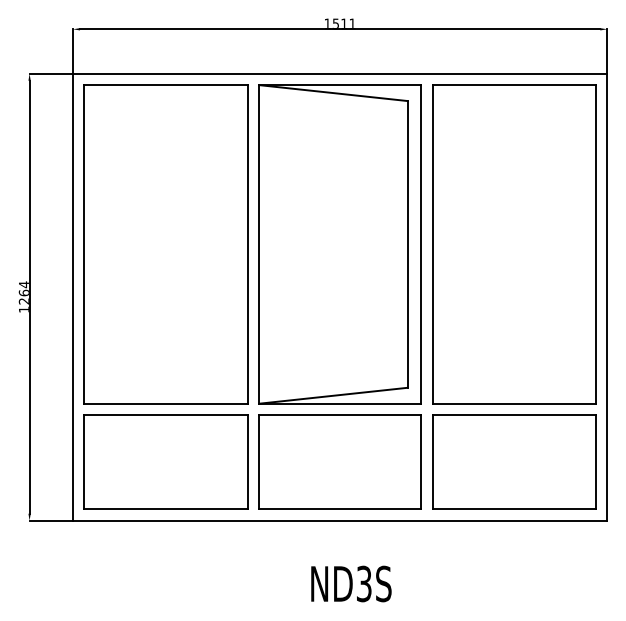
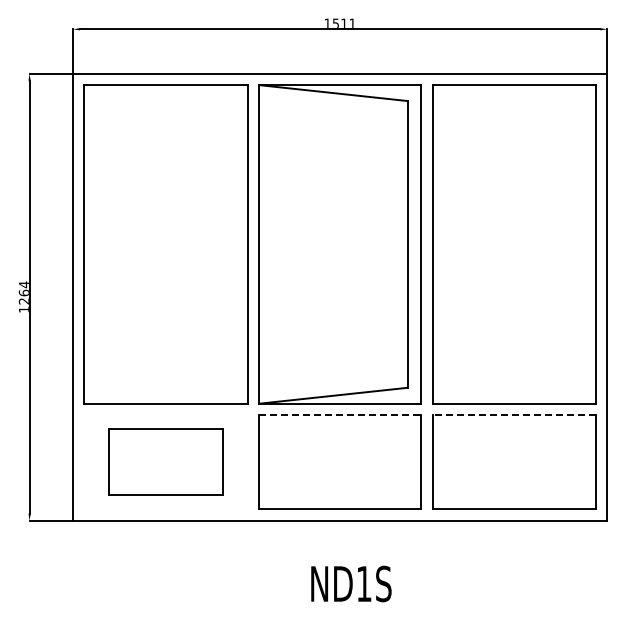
line at (340, 415): solid -> dashed
line at (514, 415): solid -> dashed
part at (165, 461) size: 166x96 px -> 116x68 px
text at (364, 583): ND3S -> ND1S
